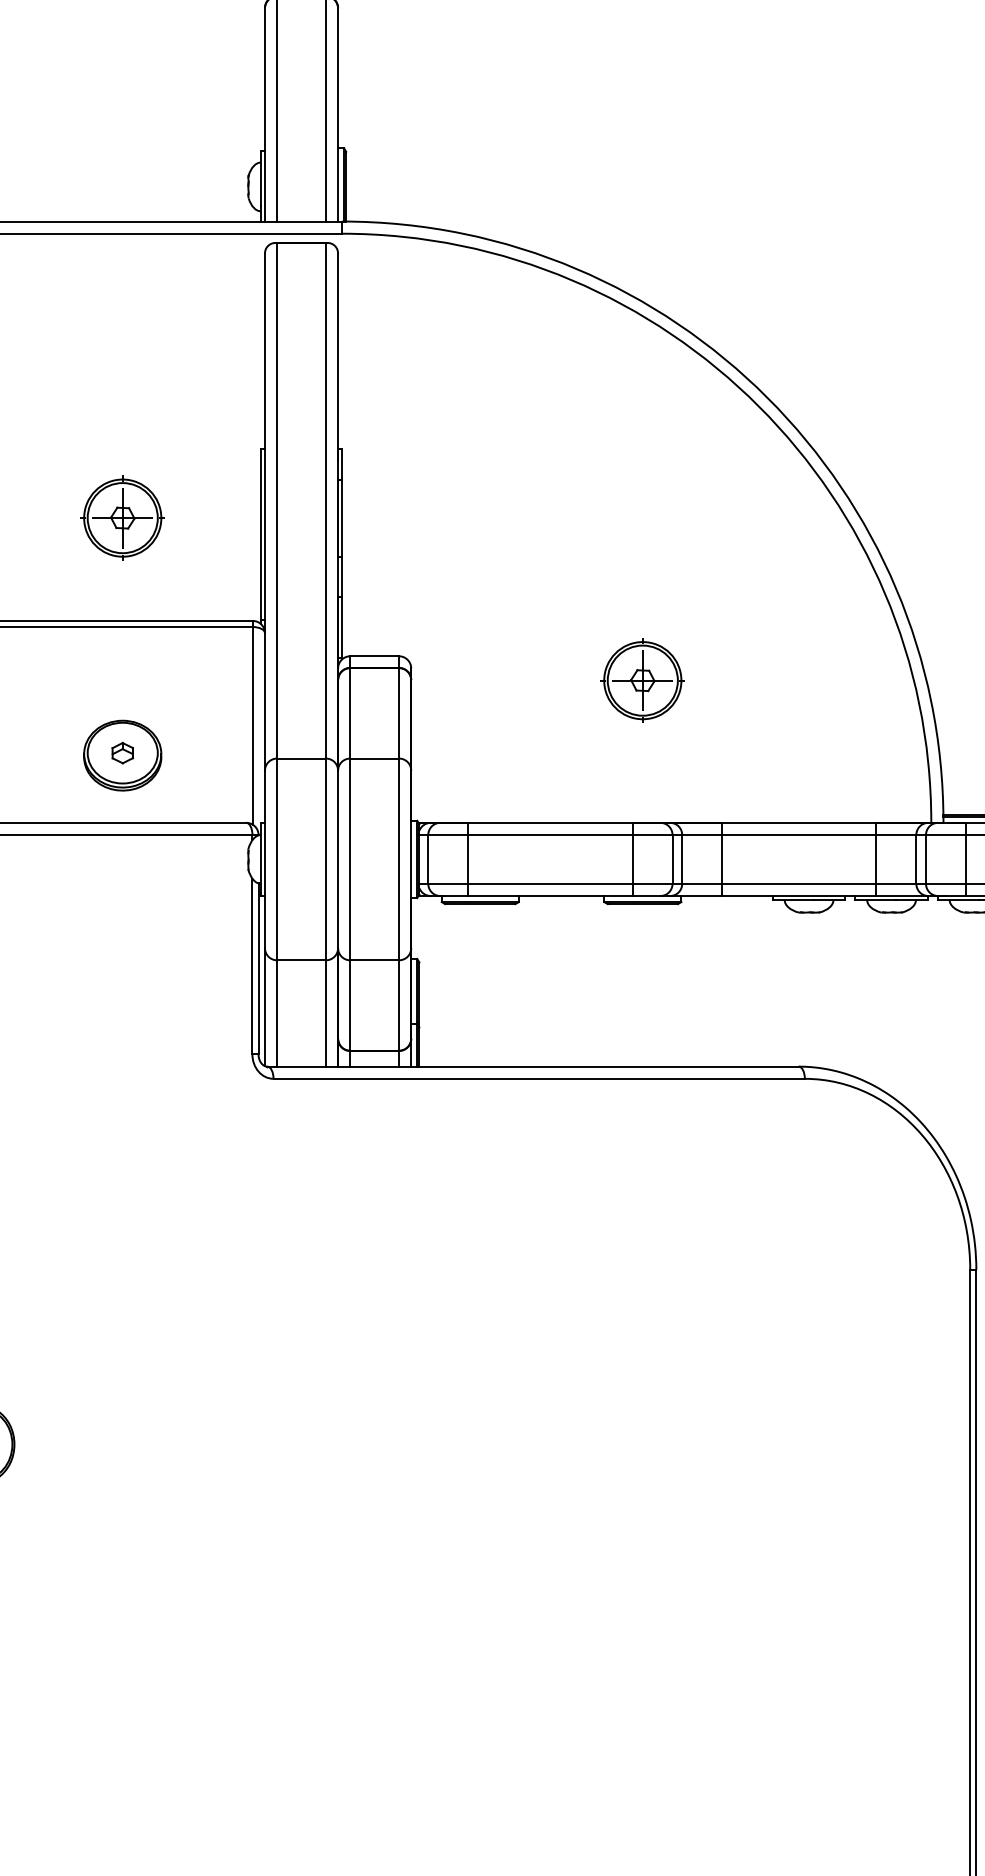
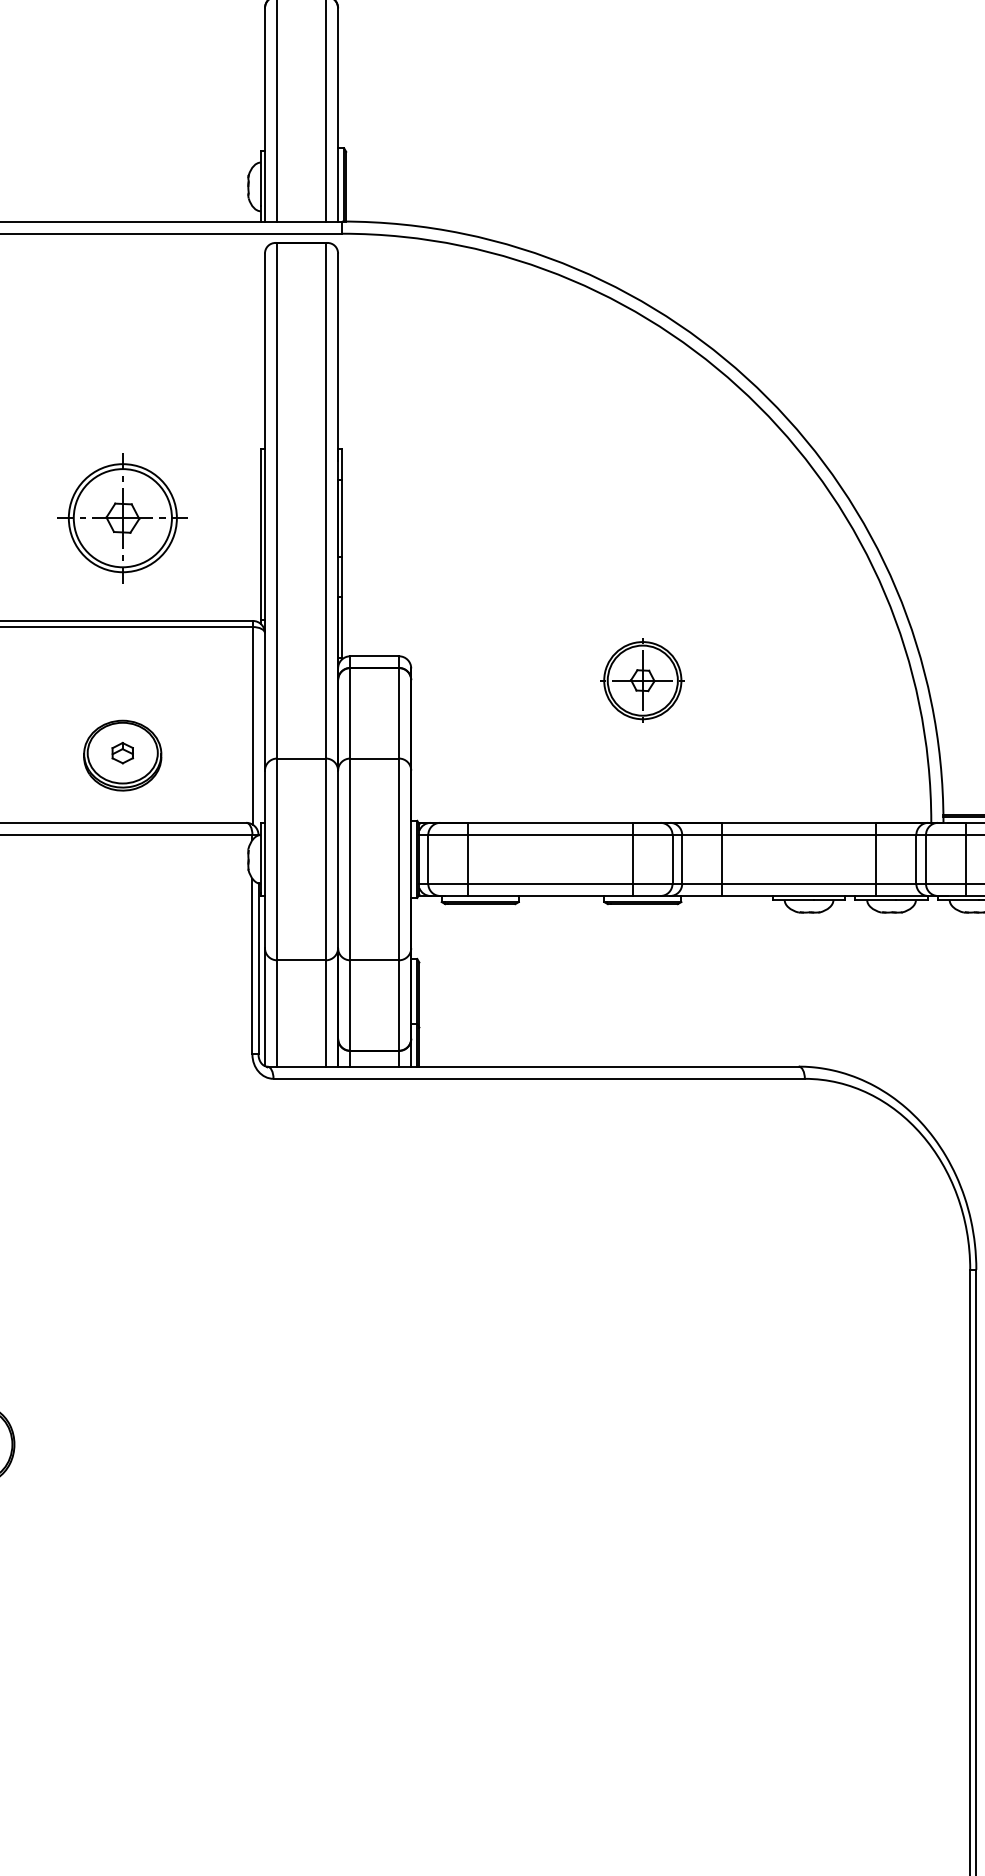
part at (122, 517) size: 85x86 px -> 131x131 px
